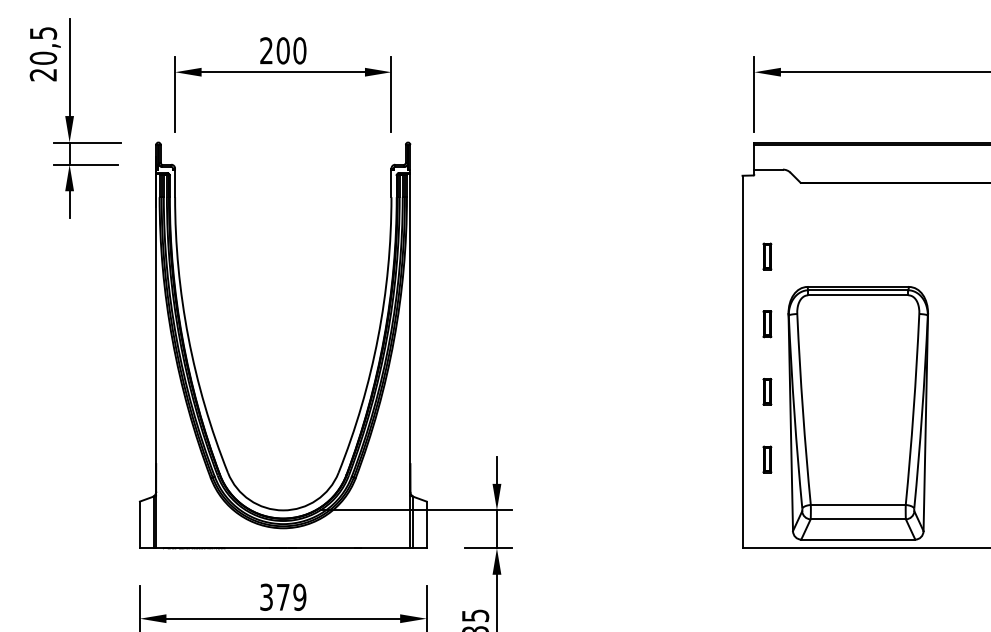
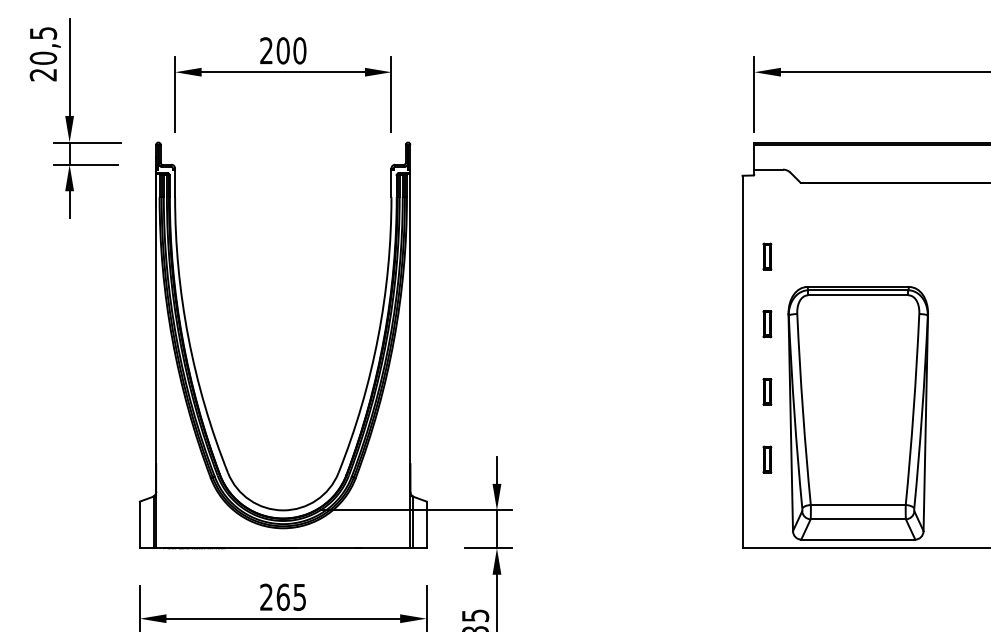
text at (283, 596): 379 -> 265
